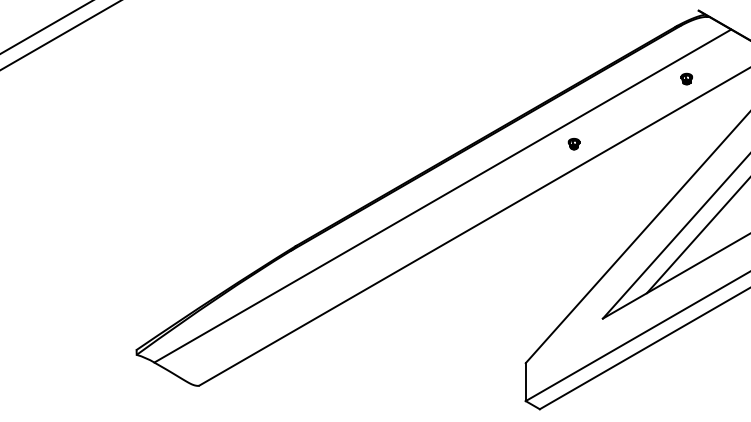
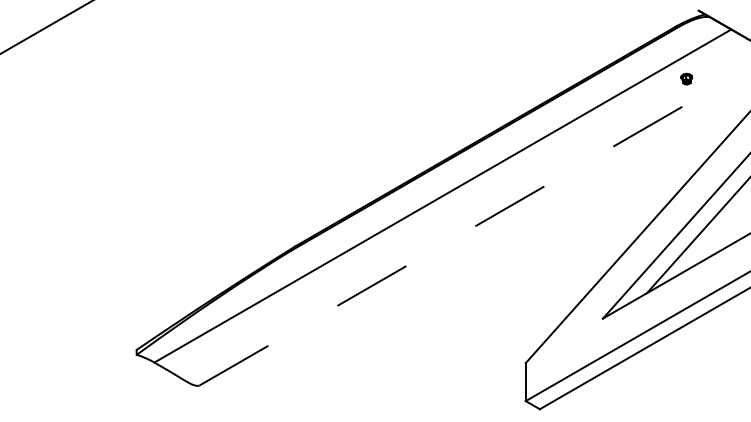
line at (59, 35): present -> none
part at (573, 144): present -> none
line at (475, 226): solid -> dashed
